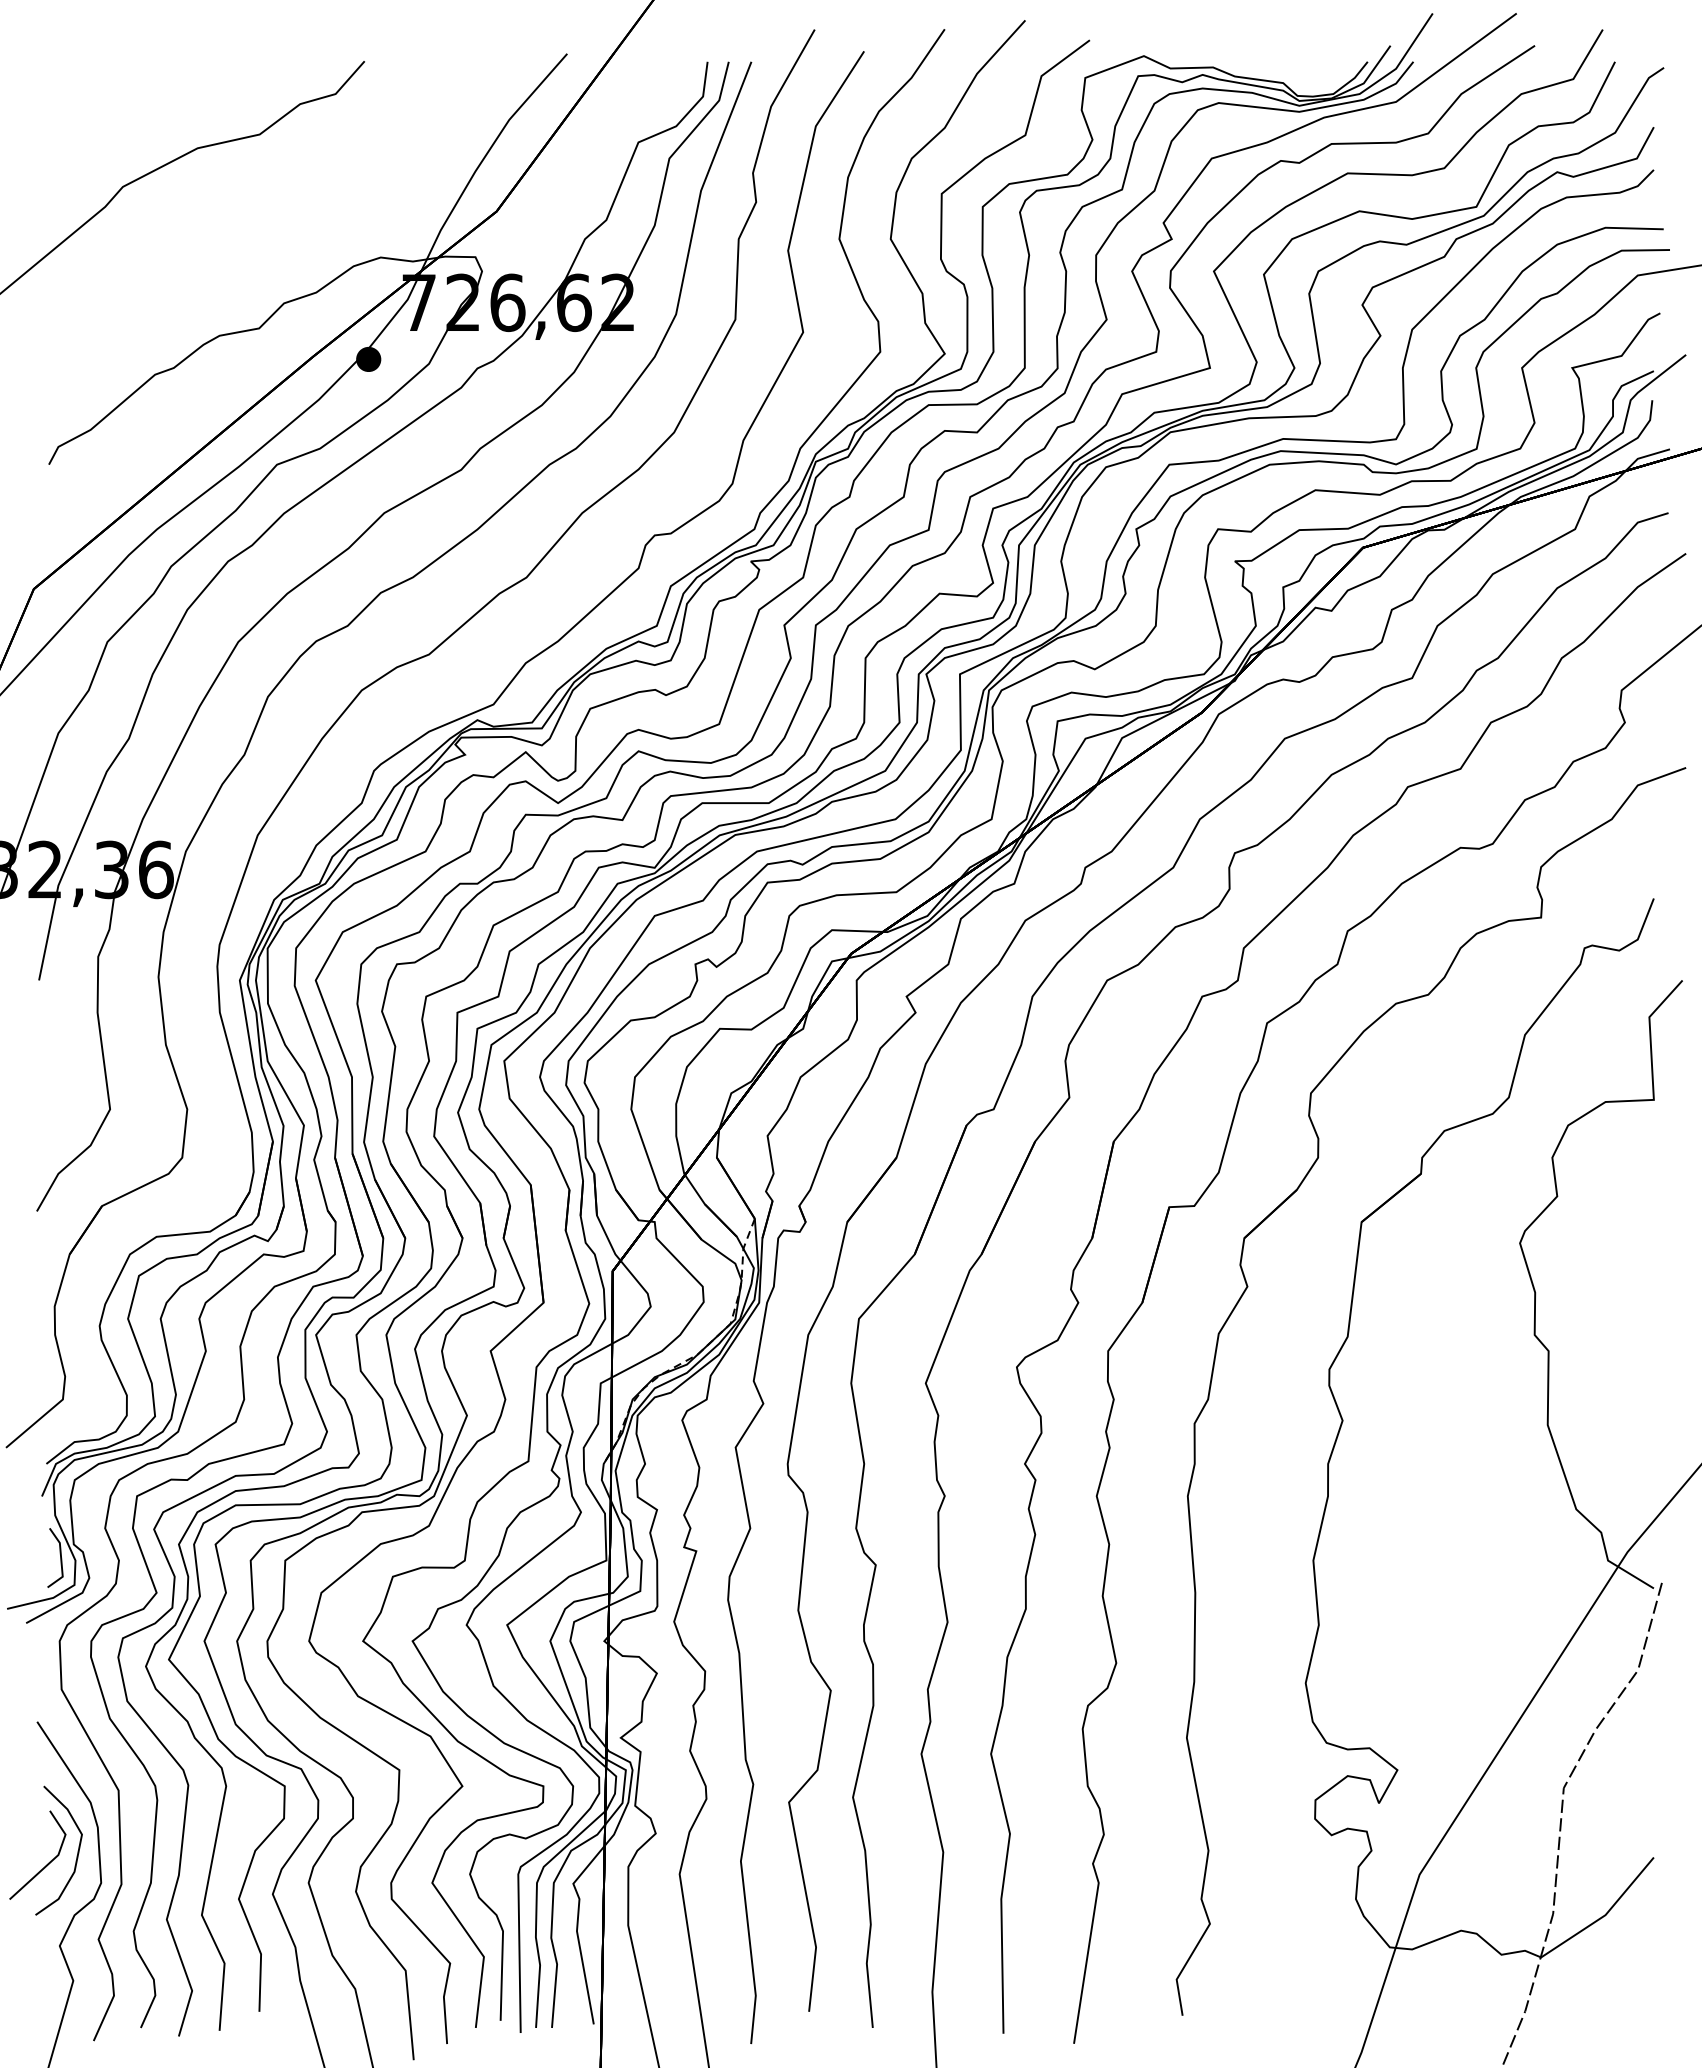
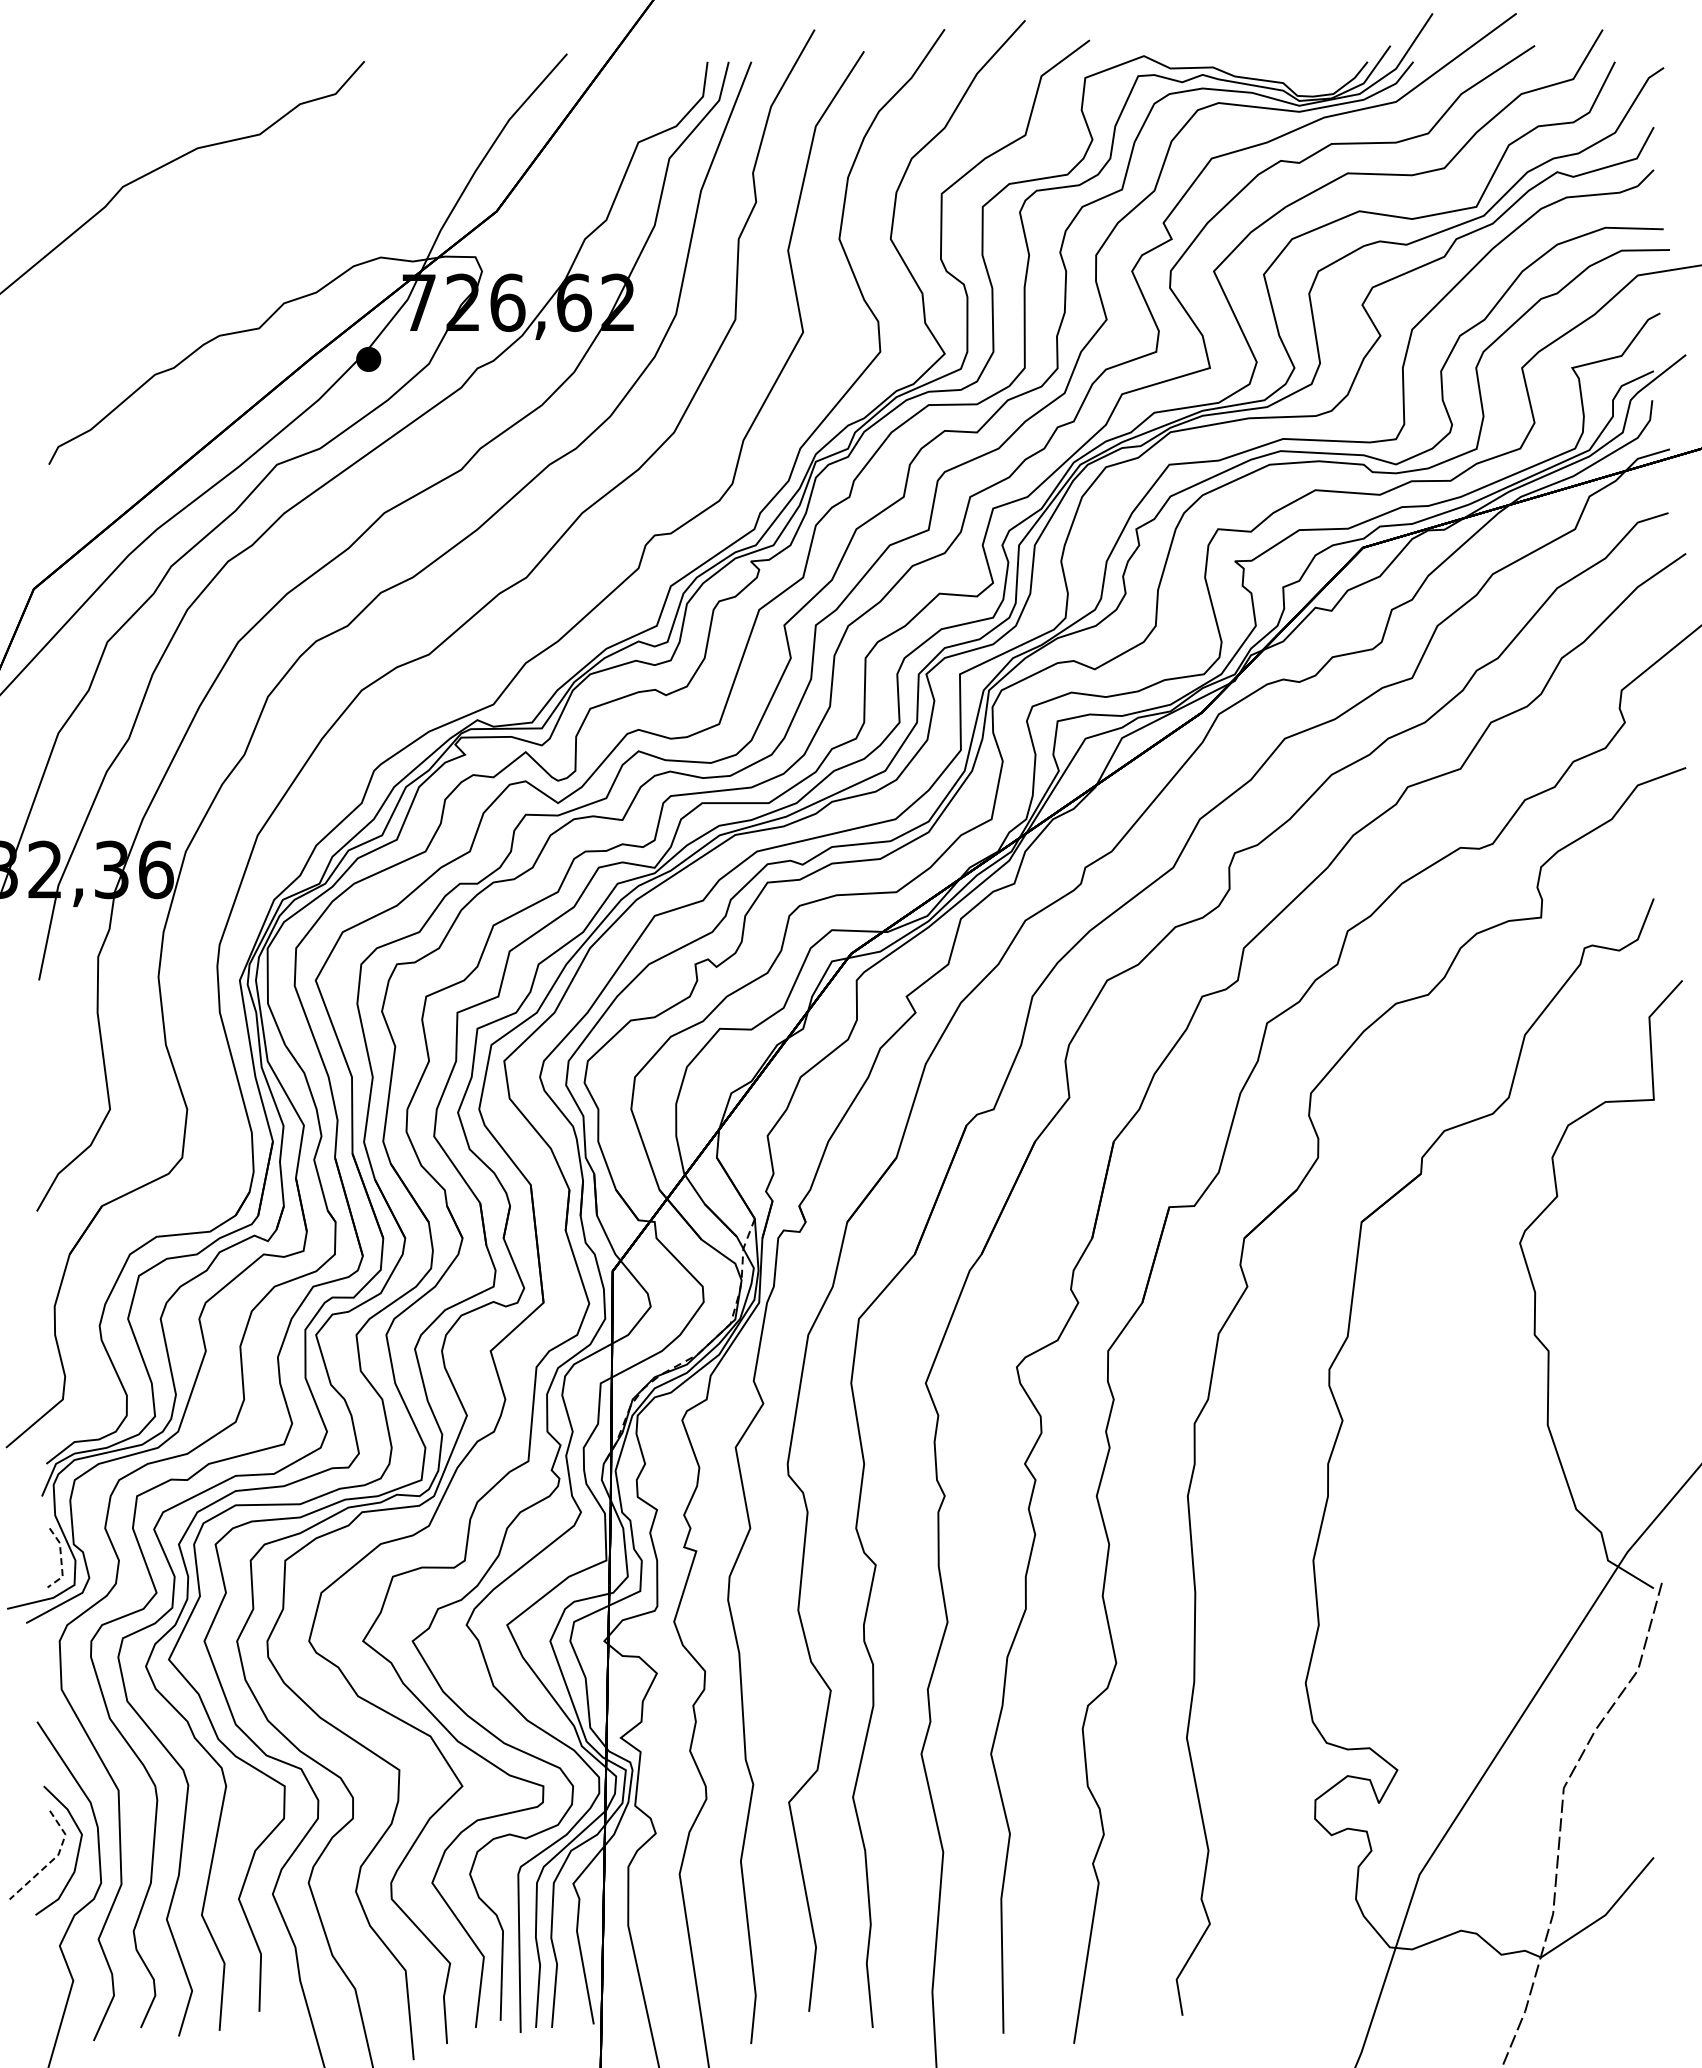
line at (61, 1560): solid -> dashed
line at (53, 1859): solid -> dashed
